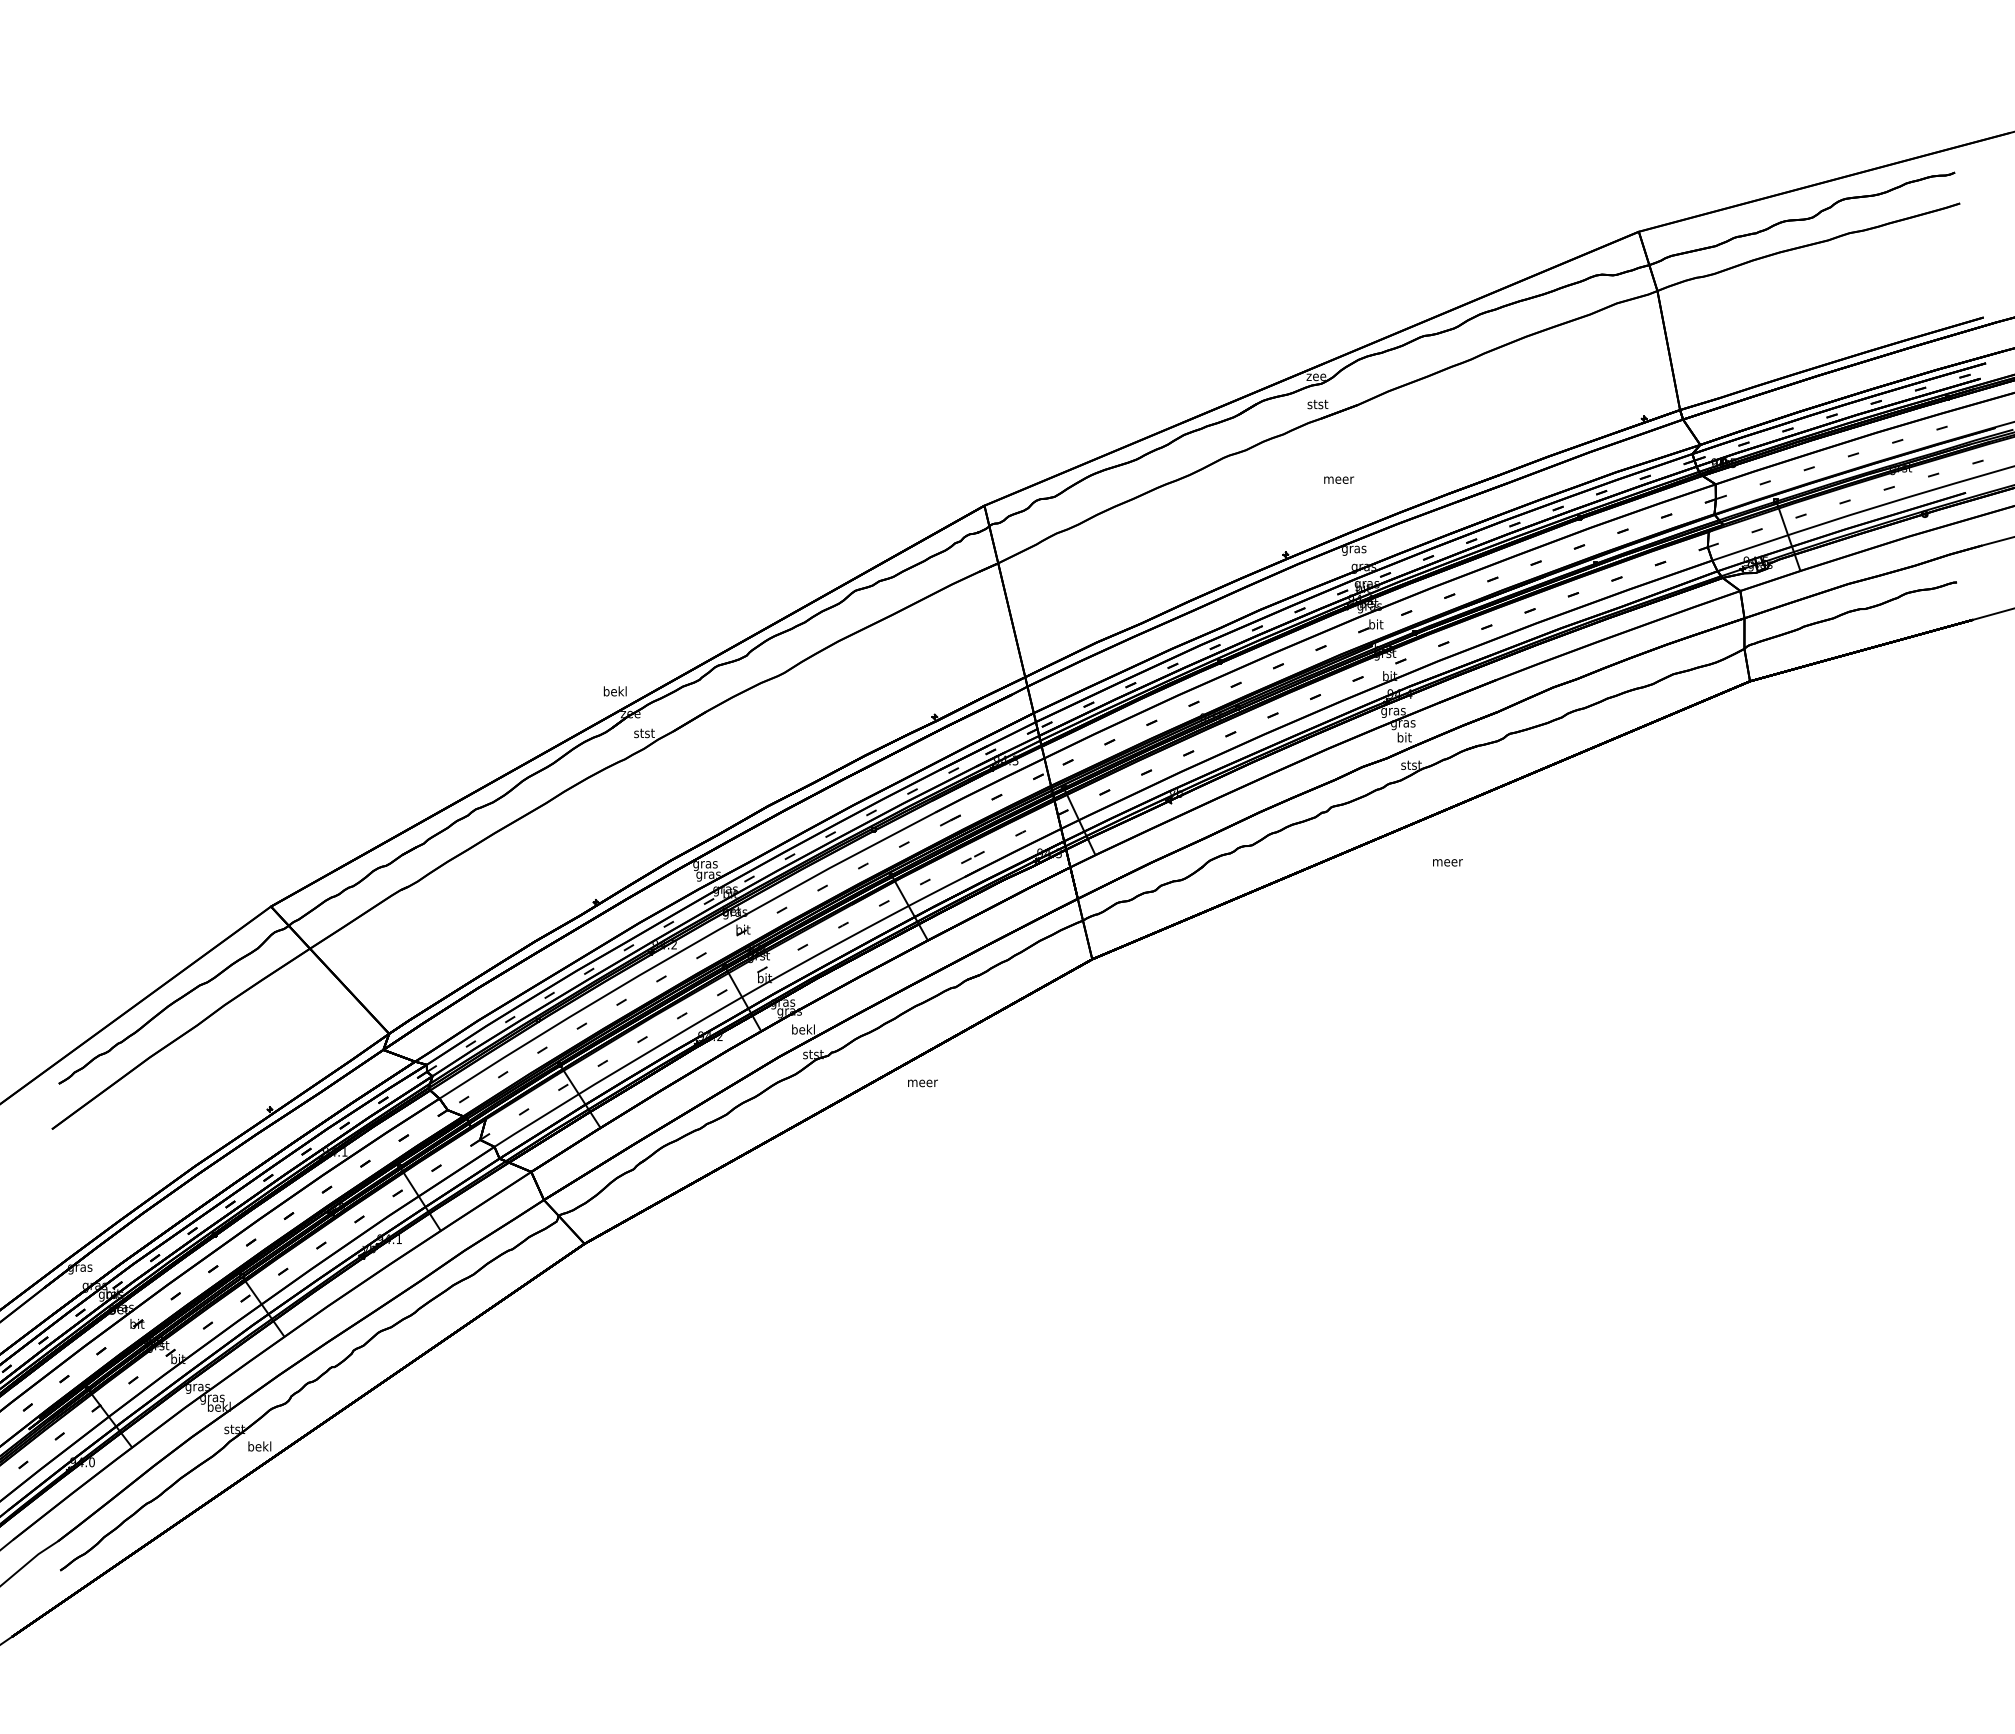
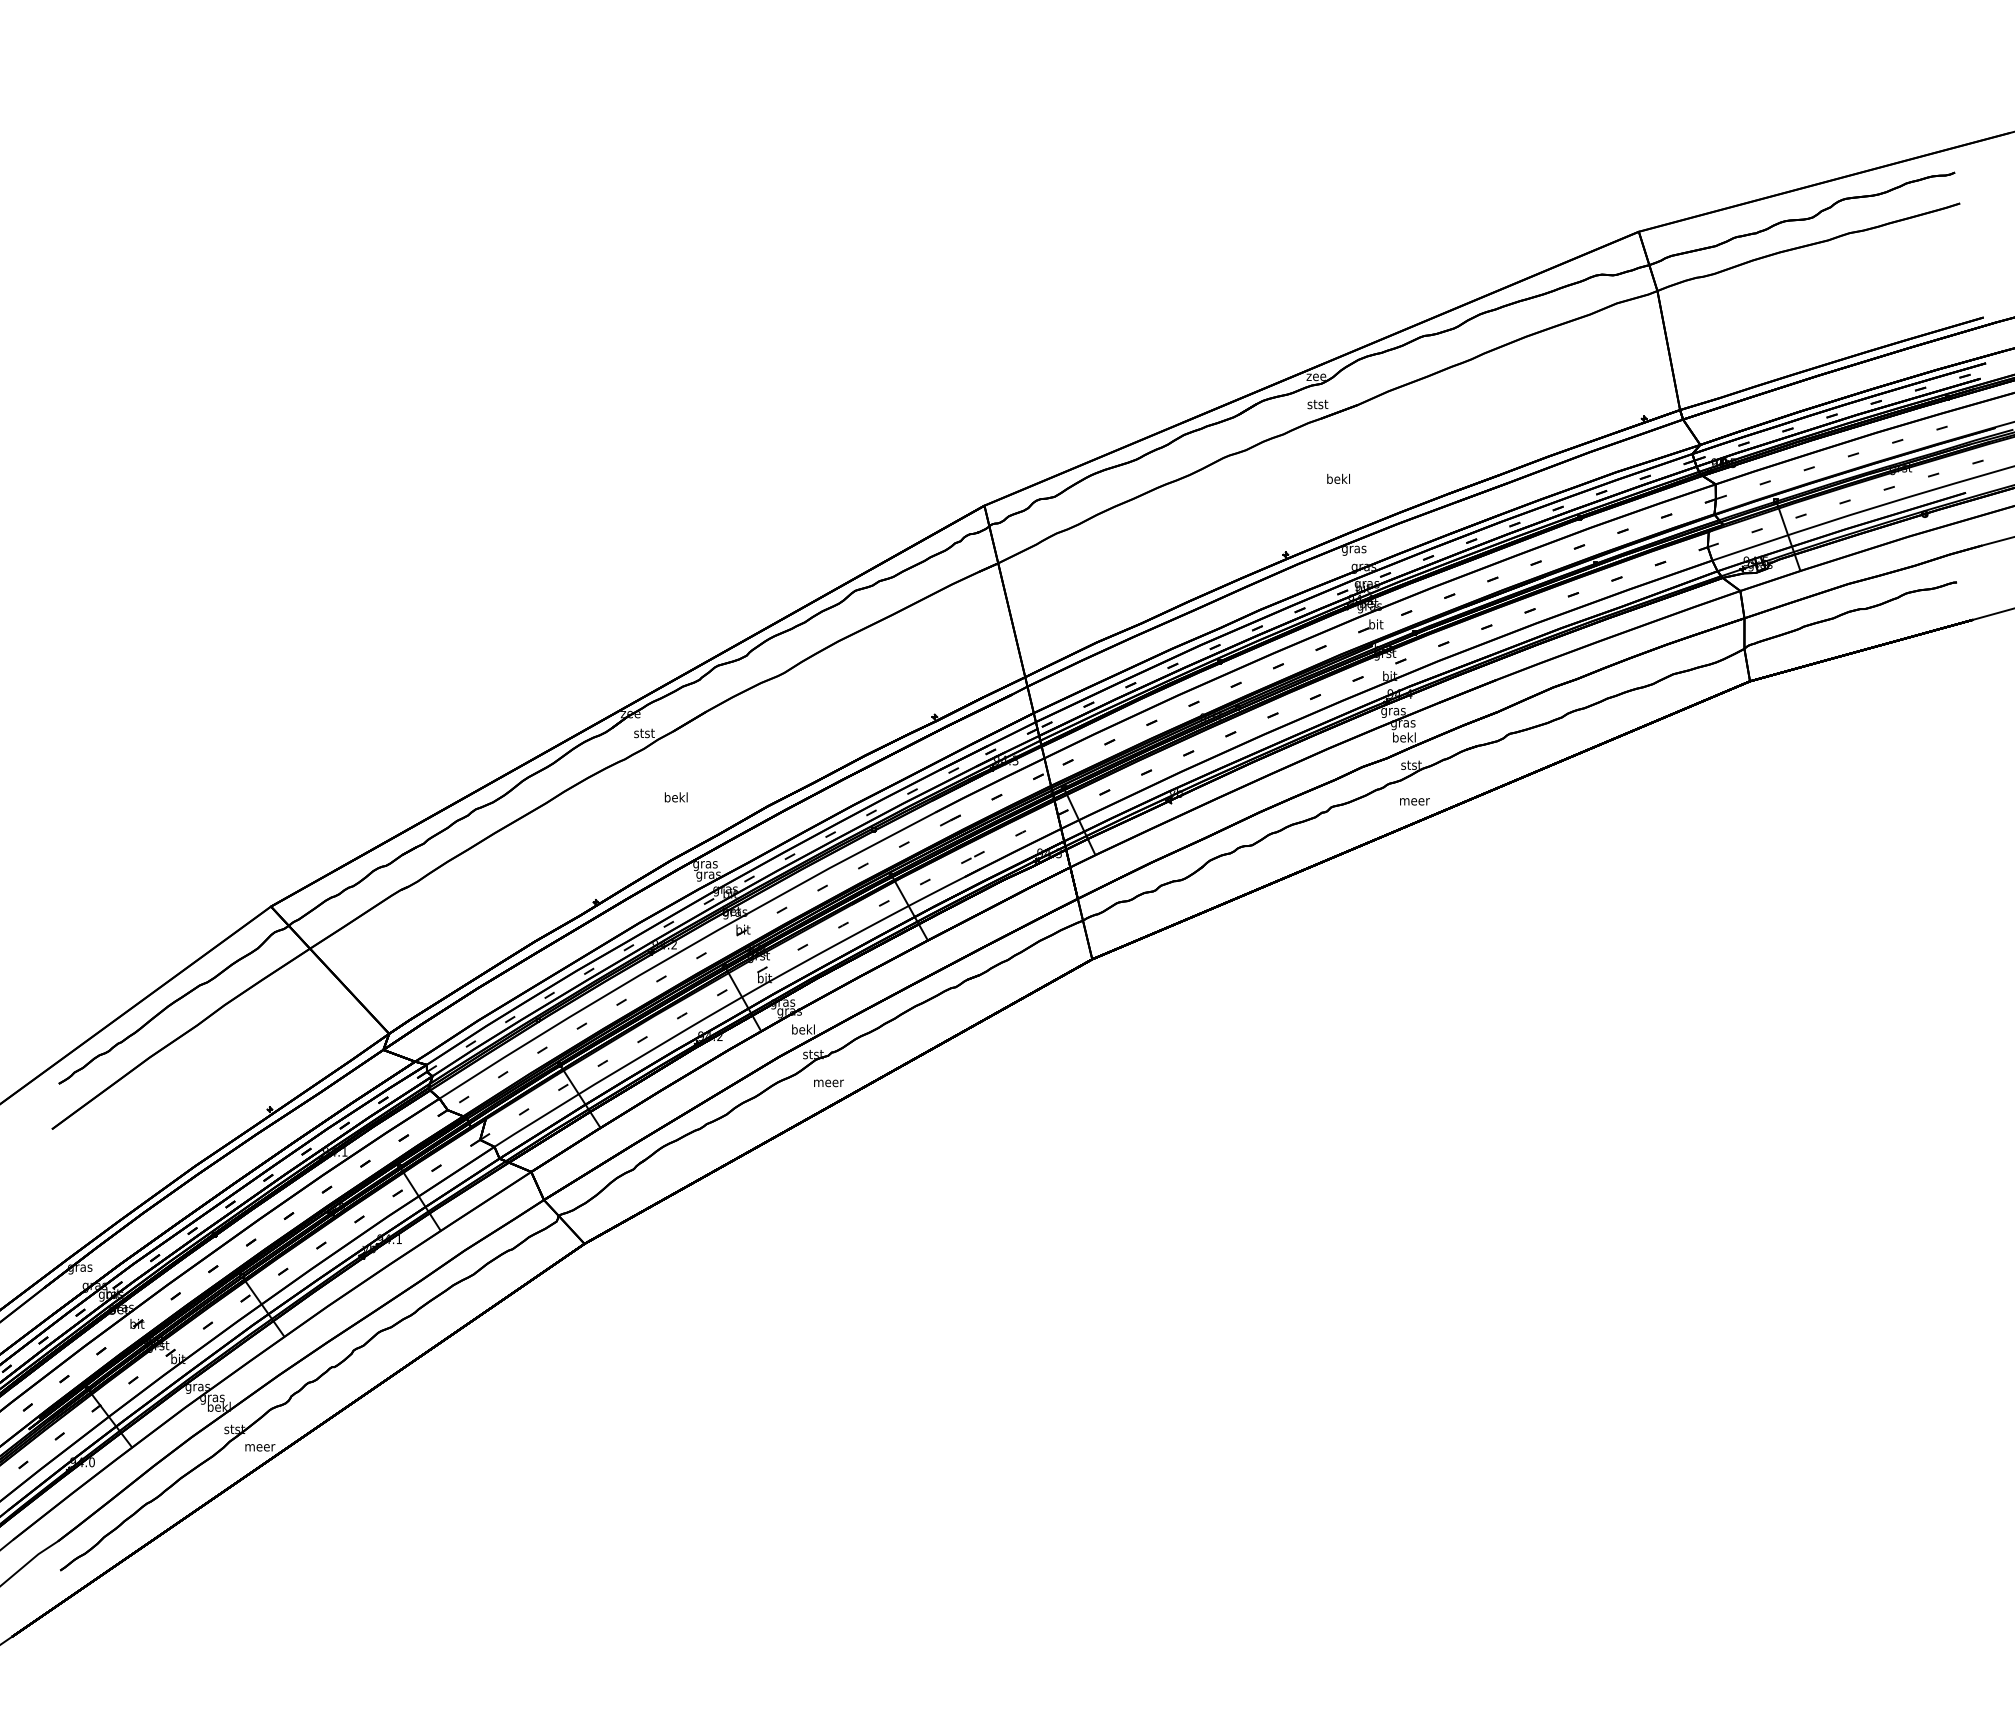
text at (1339, 478): meer -> bekl
text at (614, 691) position: (614, 691) -> (675, 797)
text at (1404, 737): bit -> bekl
text at (1447, 862) position: (1447, 862) -> (1414, 801)
text at (922, 1083) position: (922, 1083) -> (828, 1083)
text at (260, 1446): bekl -> meer
